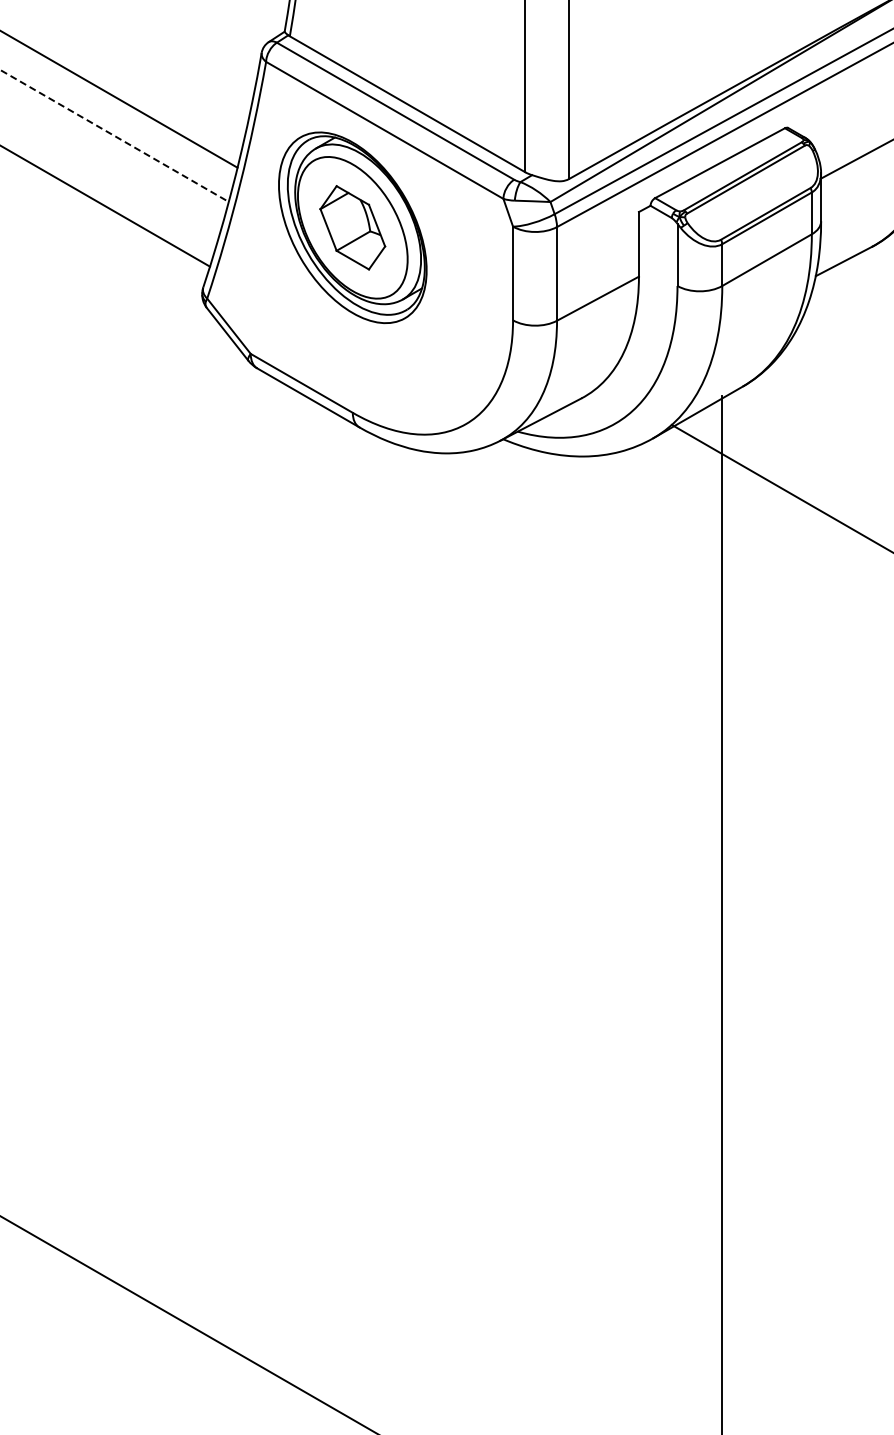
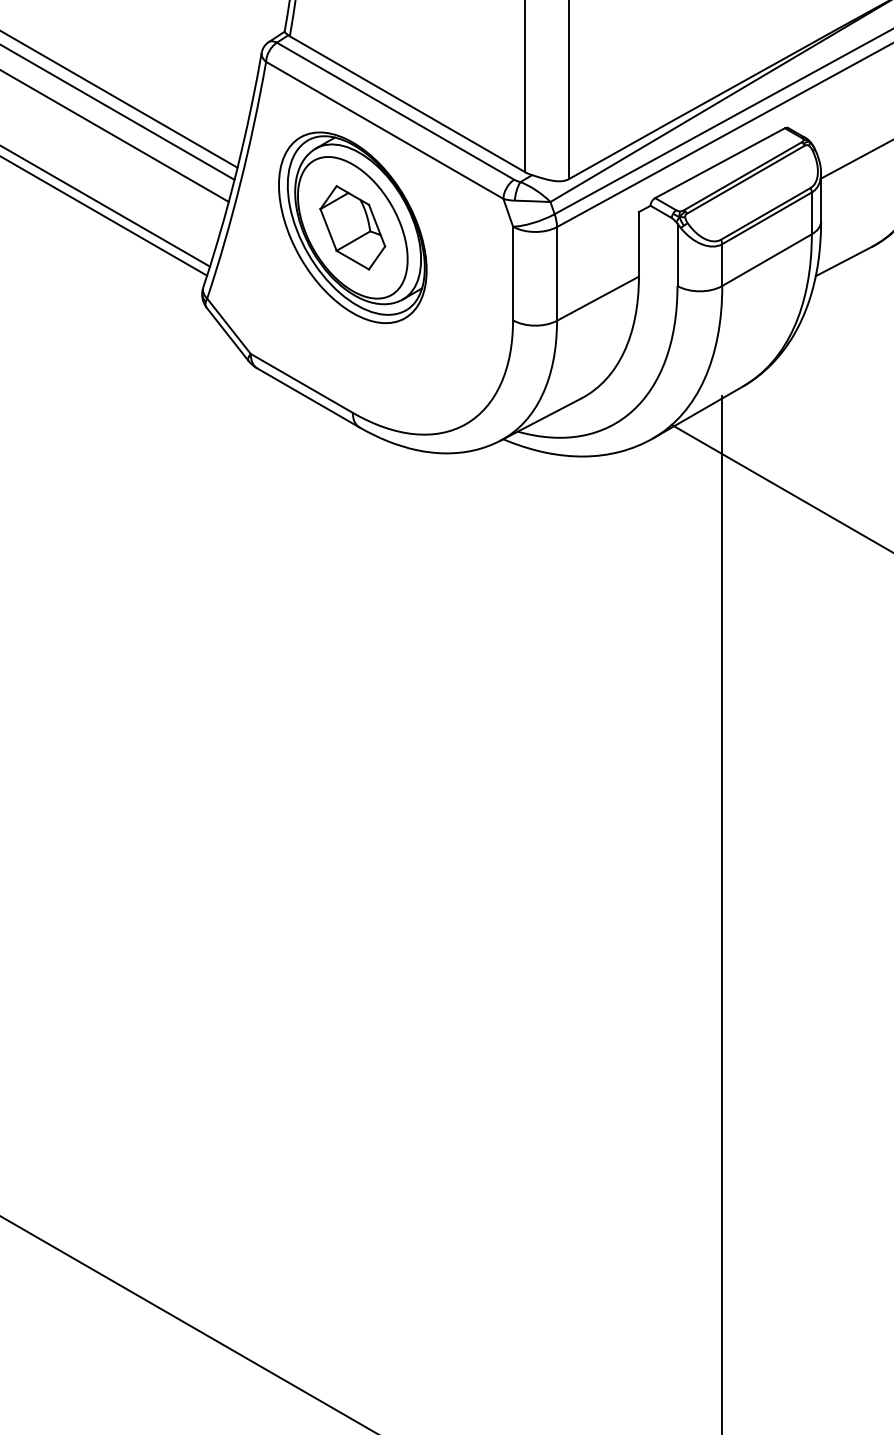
line at (118, 112): none -> present
line at (114, 135): dashed -> solid
line at (104, 216): none -> present
